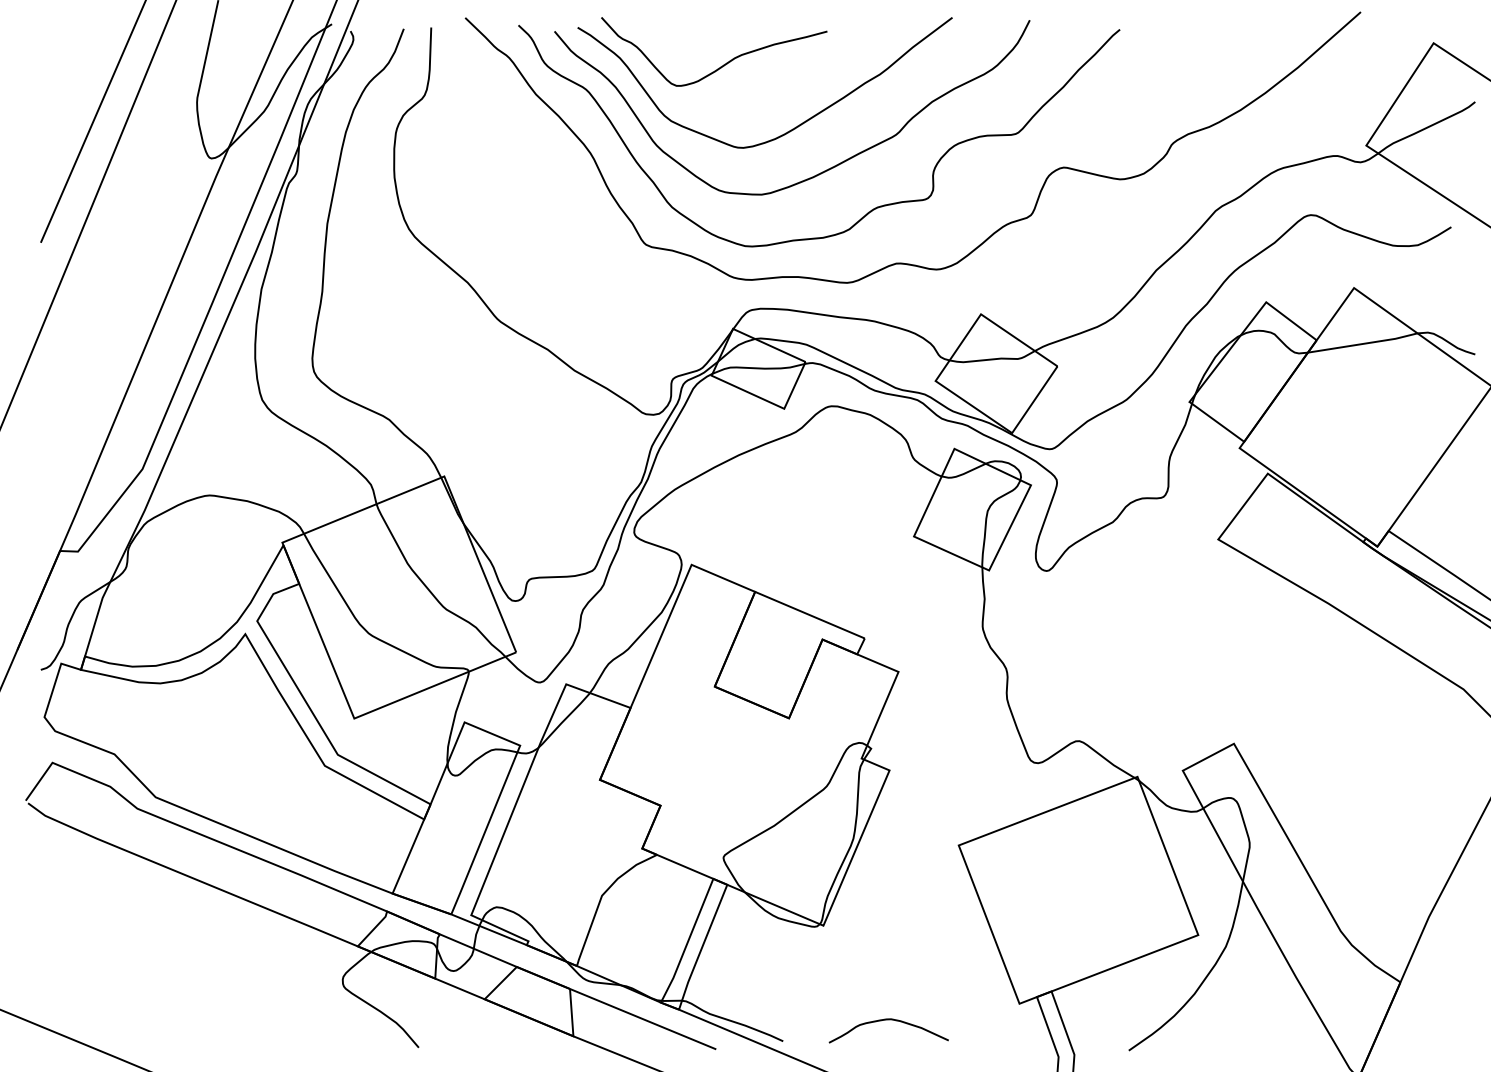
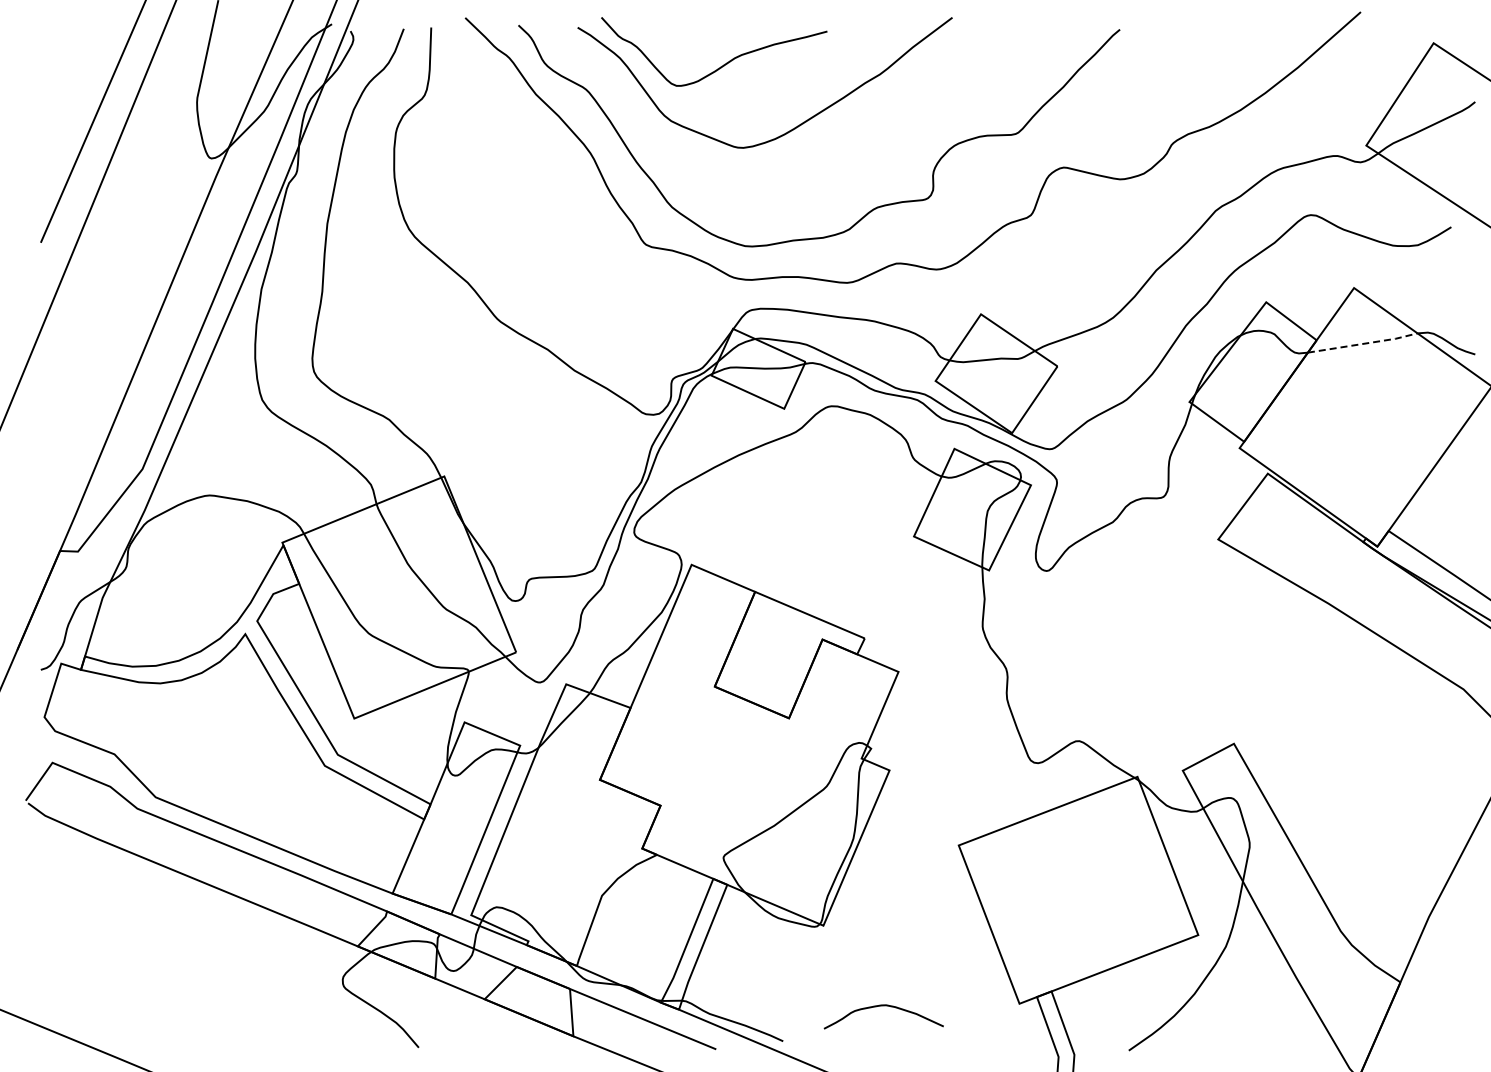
curve at (824, 170): present -> none
line at (1364, 343): solid -> dashed
curve at (888, 1020) position: (888, 1020) -> (883, 1006)
